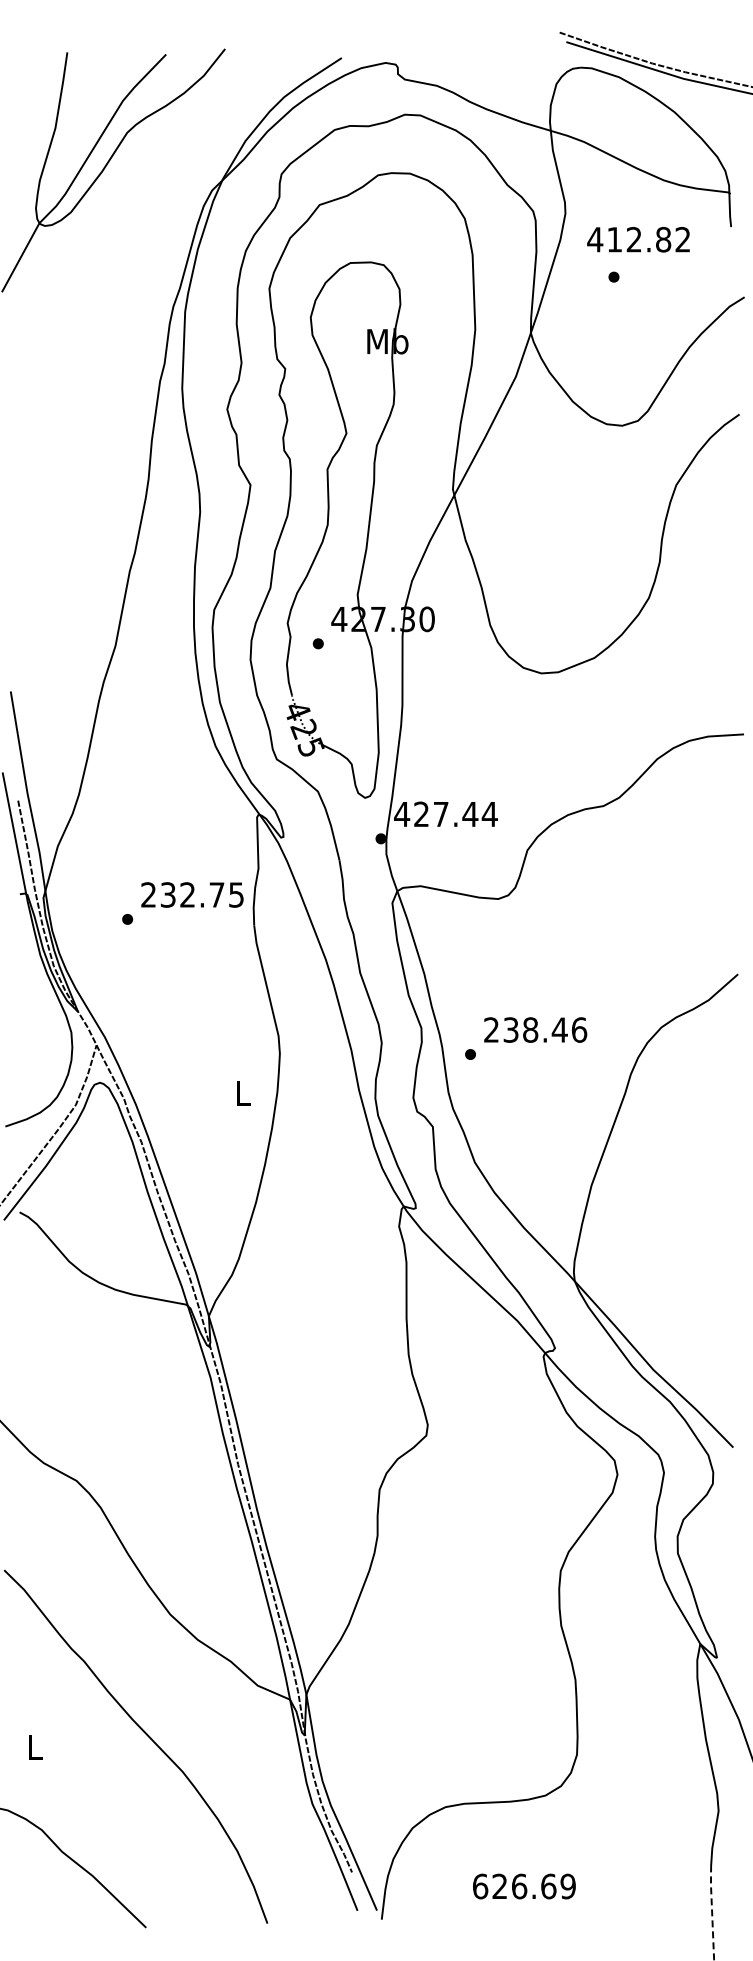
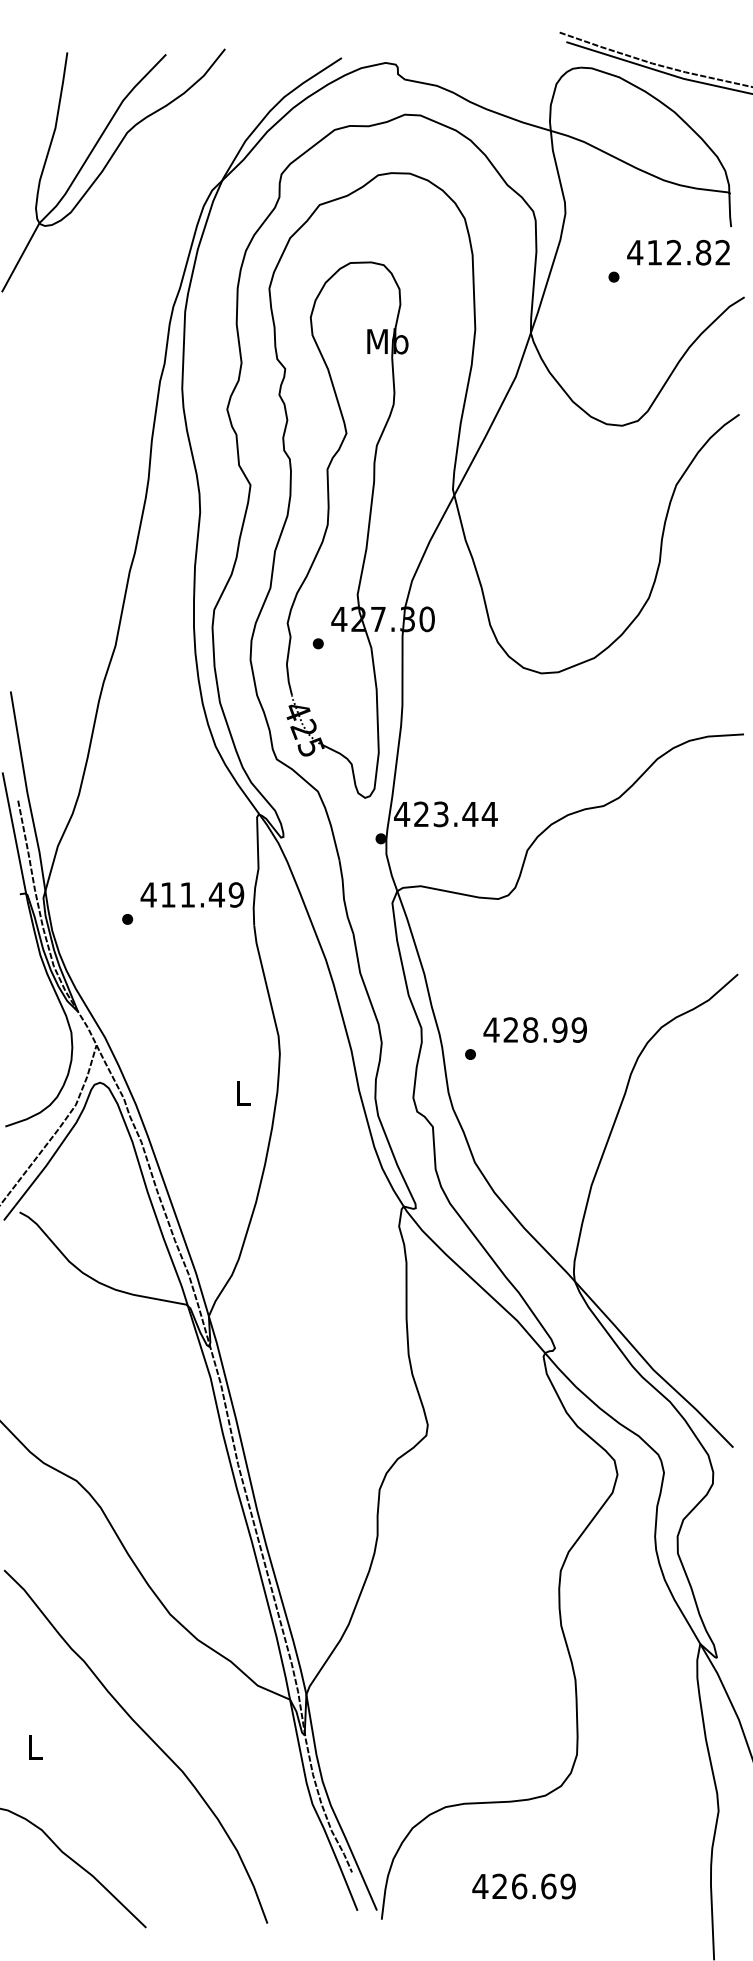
text at (638, 239) position: (638, 239) -> (678, 252)
text at (440, 814): 427.44 -> 423.44
text at (192, 894): 232.75 -> 411.49
text at (535, 1029): 238.46 -> 428.99
text at (480, 1886): 626.69 -> 426.69
line at (712, 1911): dashed -> solid
